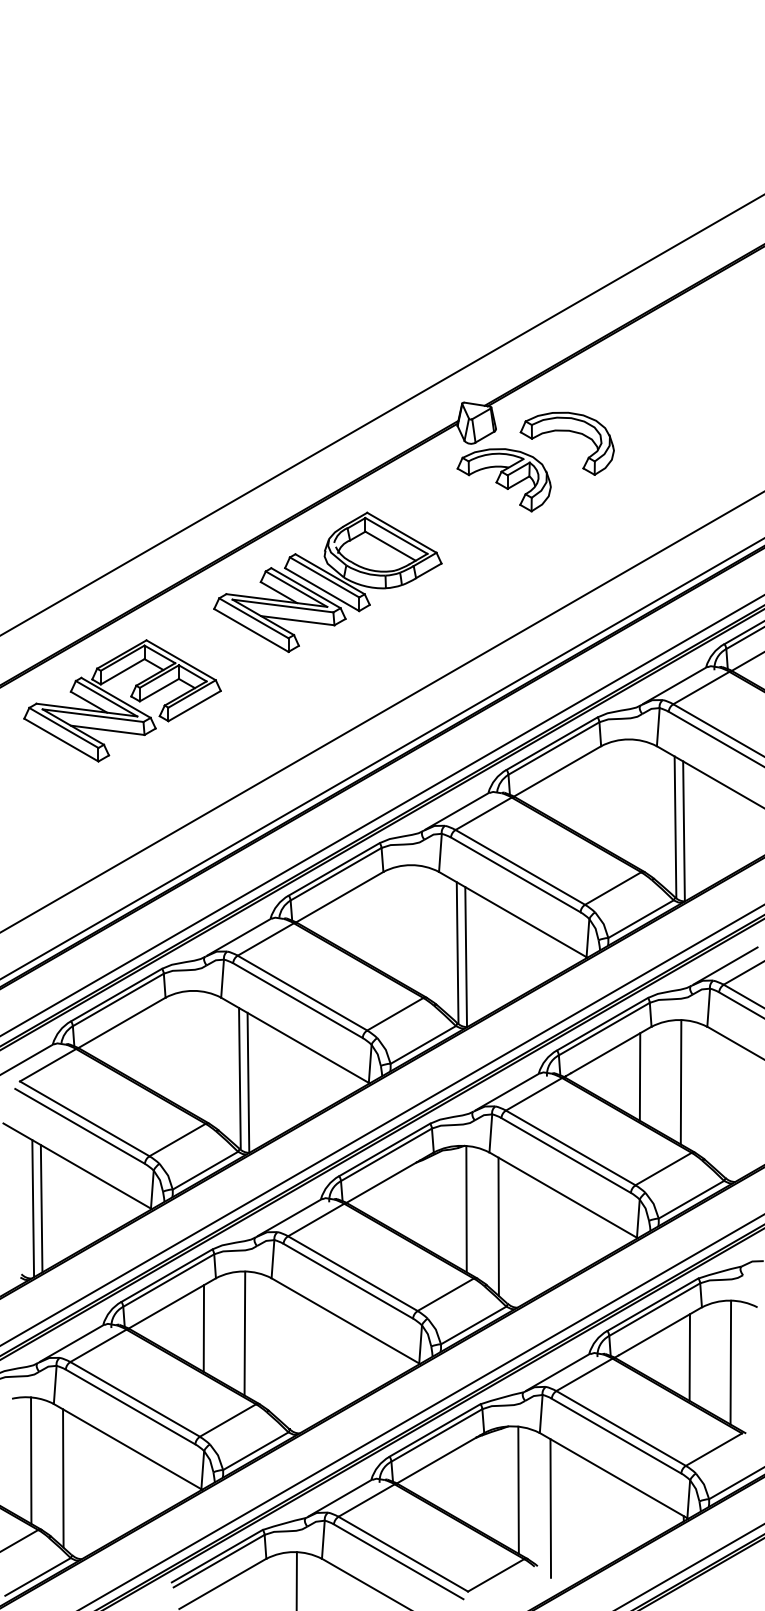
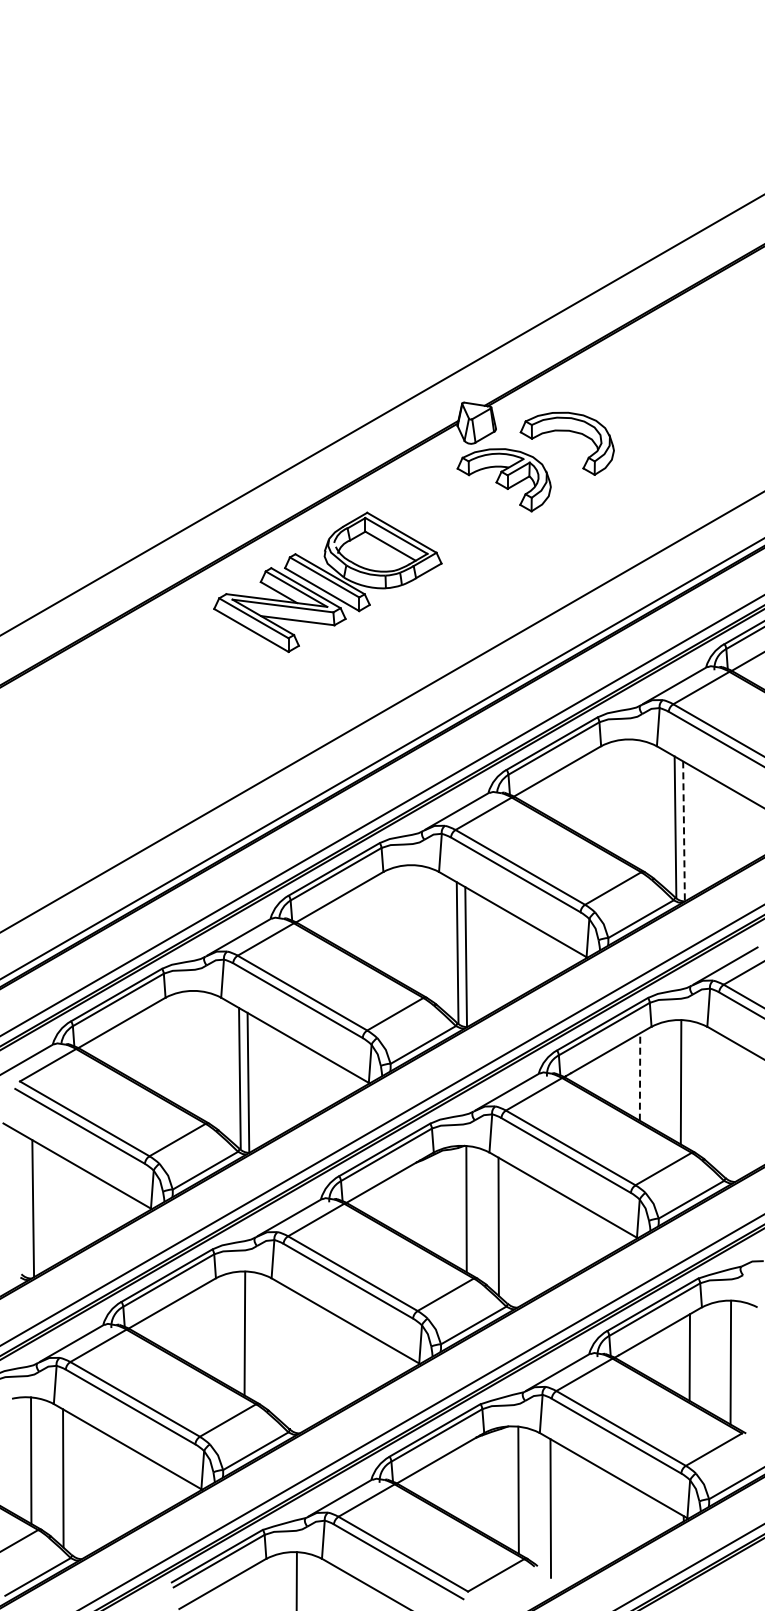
part at (122, 700): present -> none
line at (684, 831): solid -> dashed
line at (640, 1076): solid -> dashed
line at (41, 1208): present -> none
line at (203, 1328): present -> none
